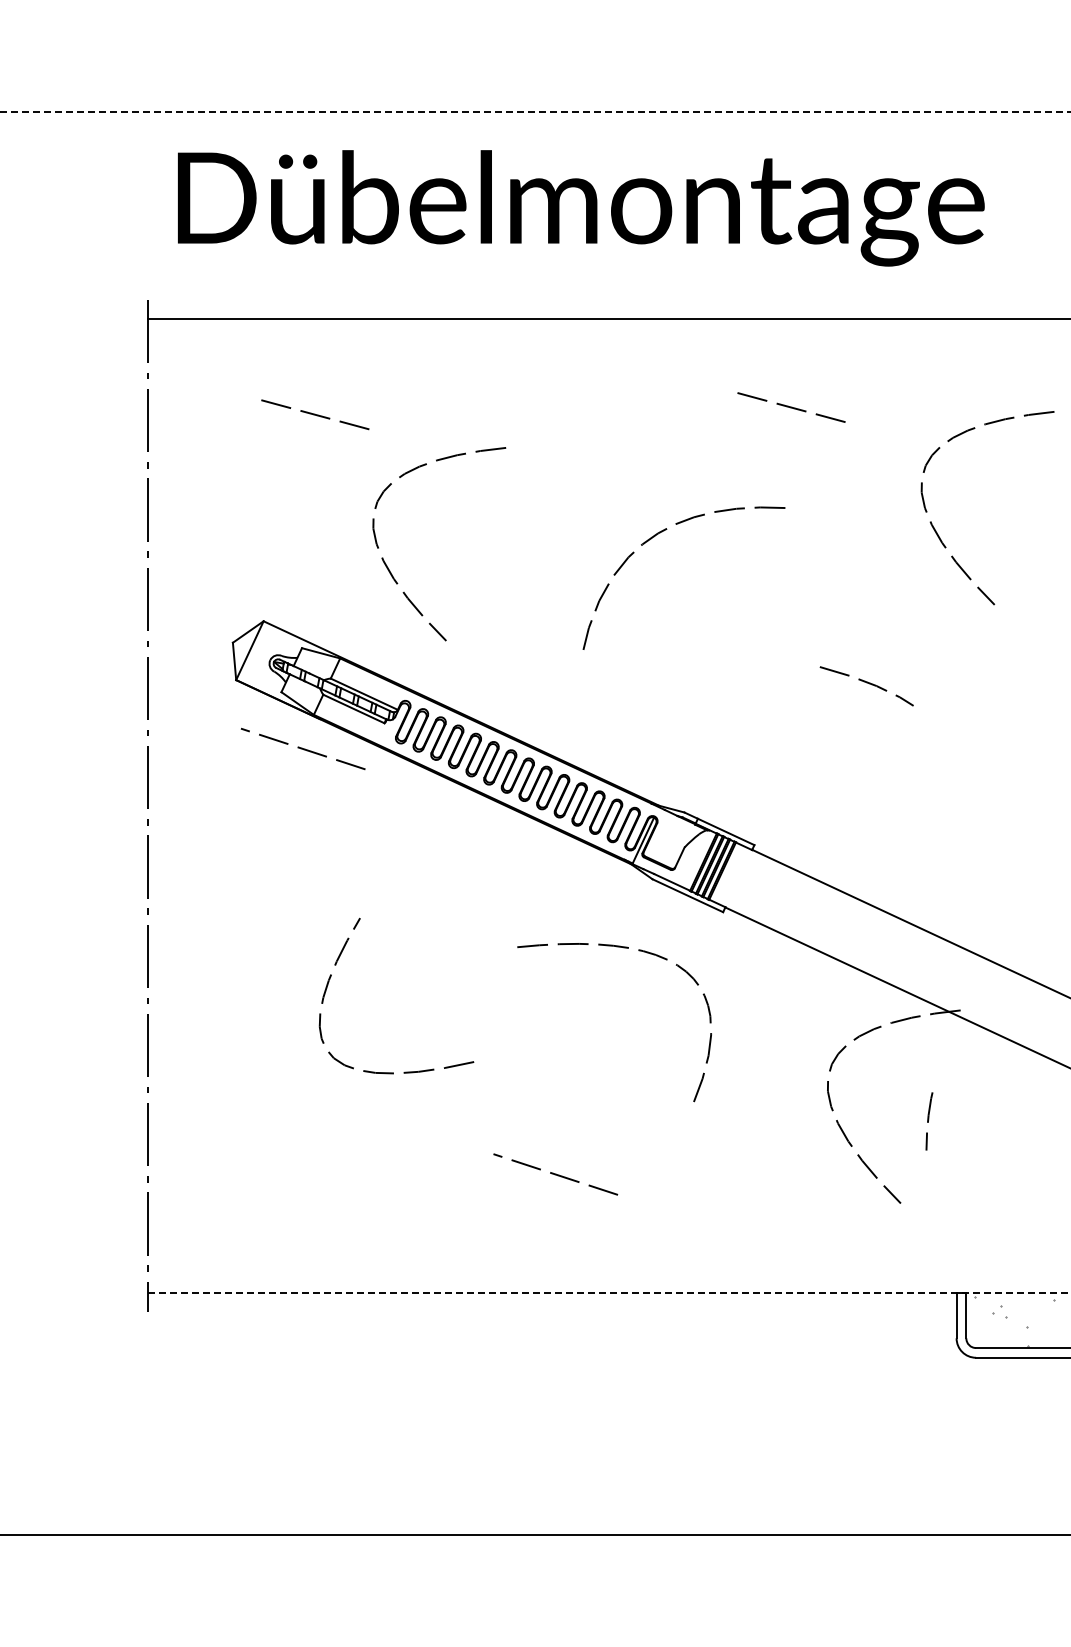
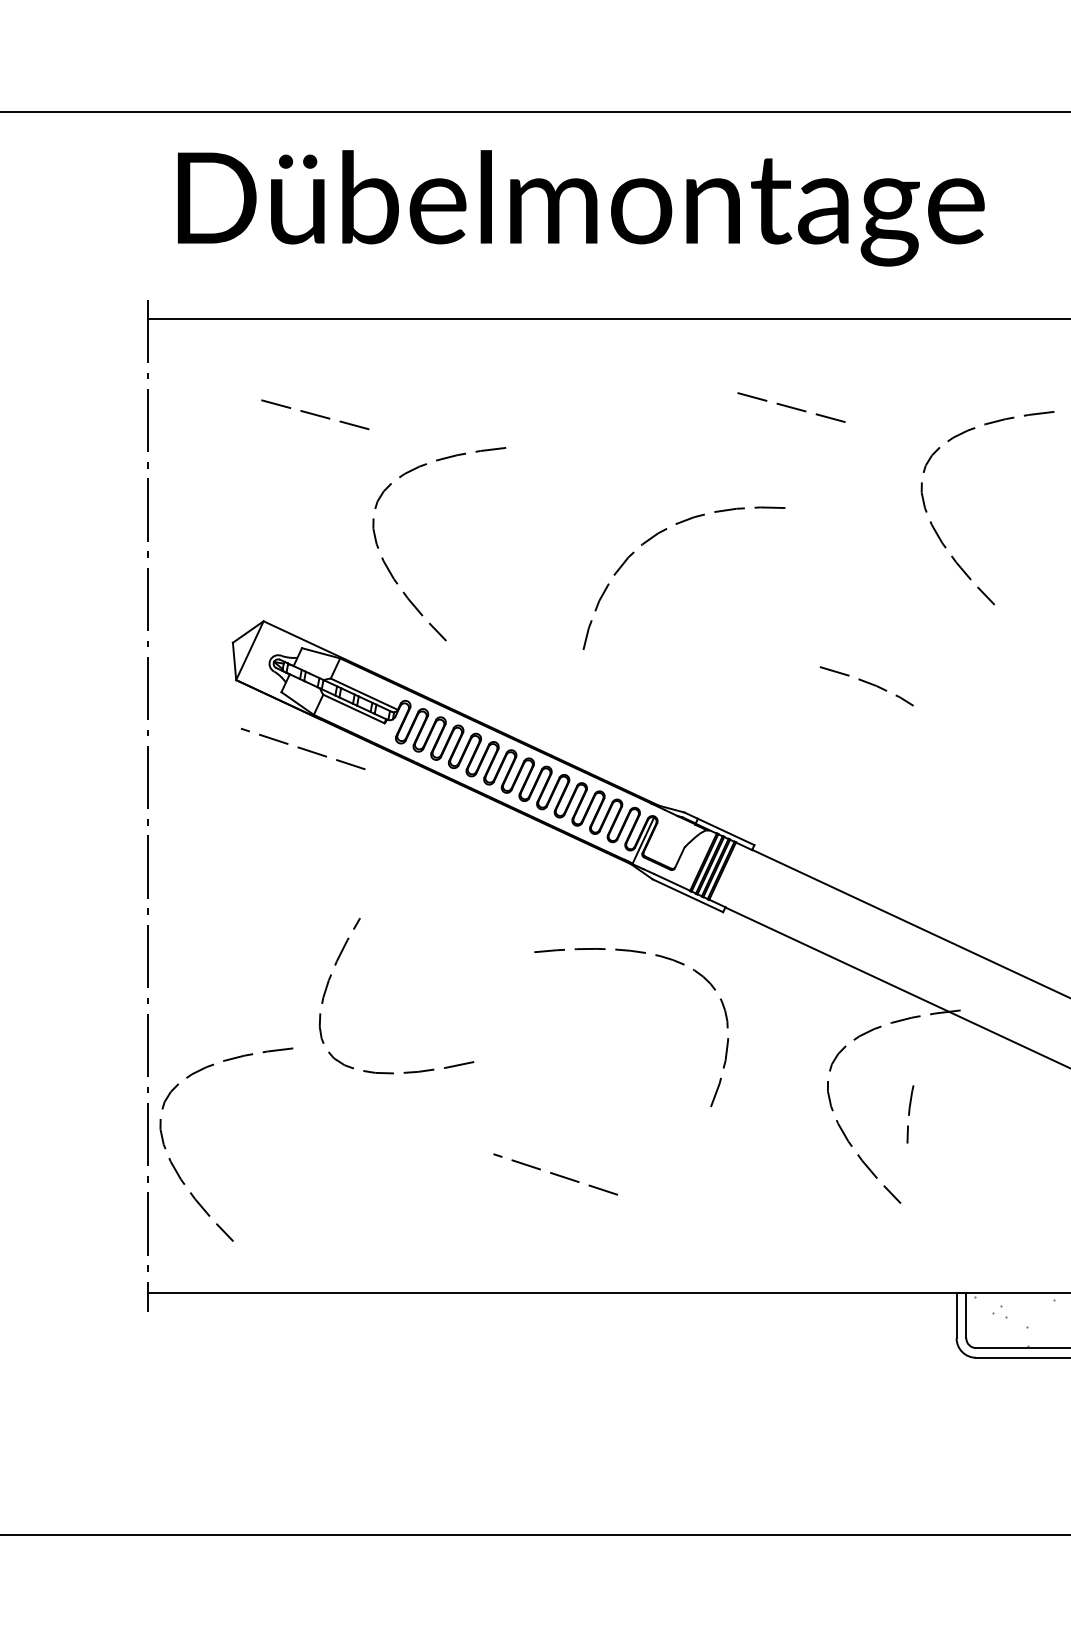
line at (536, 111): dashed -> solid
curve at (623, 948) position: (623, 948) -> (640, 953)
line at (928, 1121) position: (928, 1121) -> (909, 1114)
curve at (178, 1172): none -> present
line at (609, 1292): dashed -> solid
